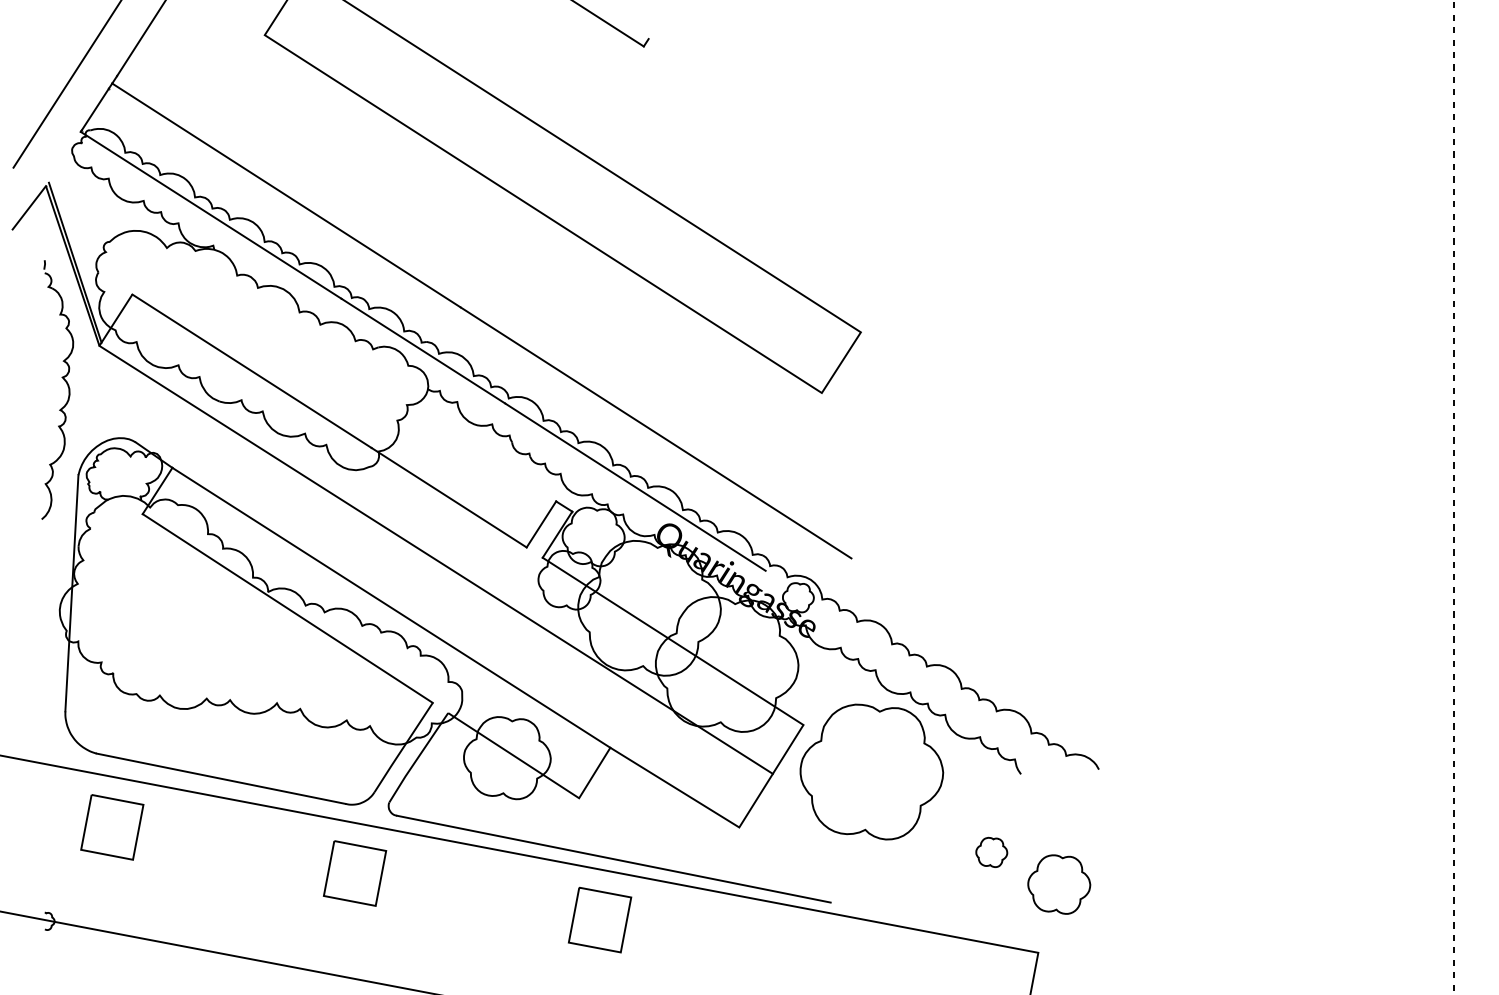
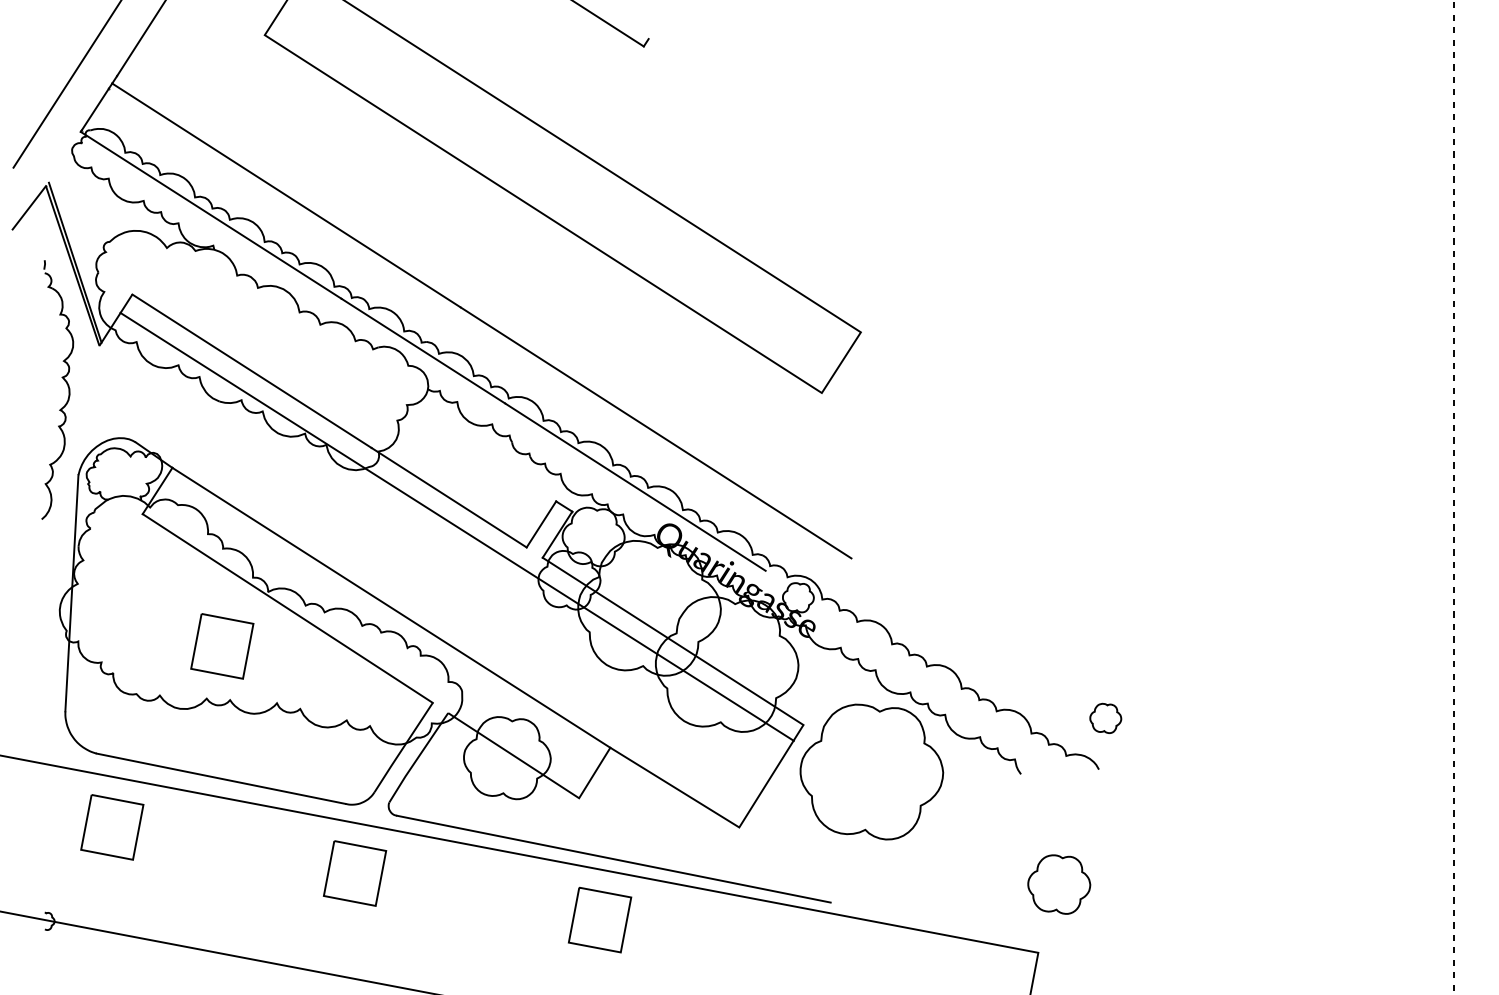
line at (435, 559) position: (435, 559) -> (456, 526)
part at (222, 646): none -> present
part at (991, 851) position: (991, 851) -> (1105, 717)
